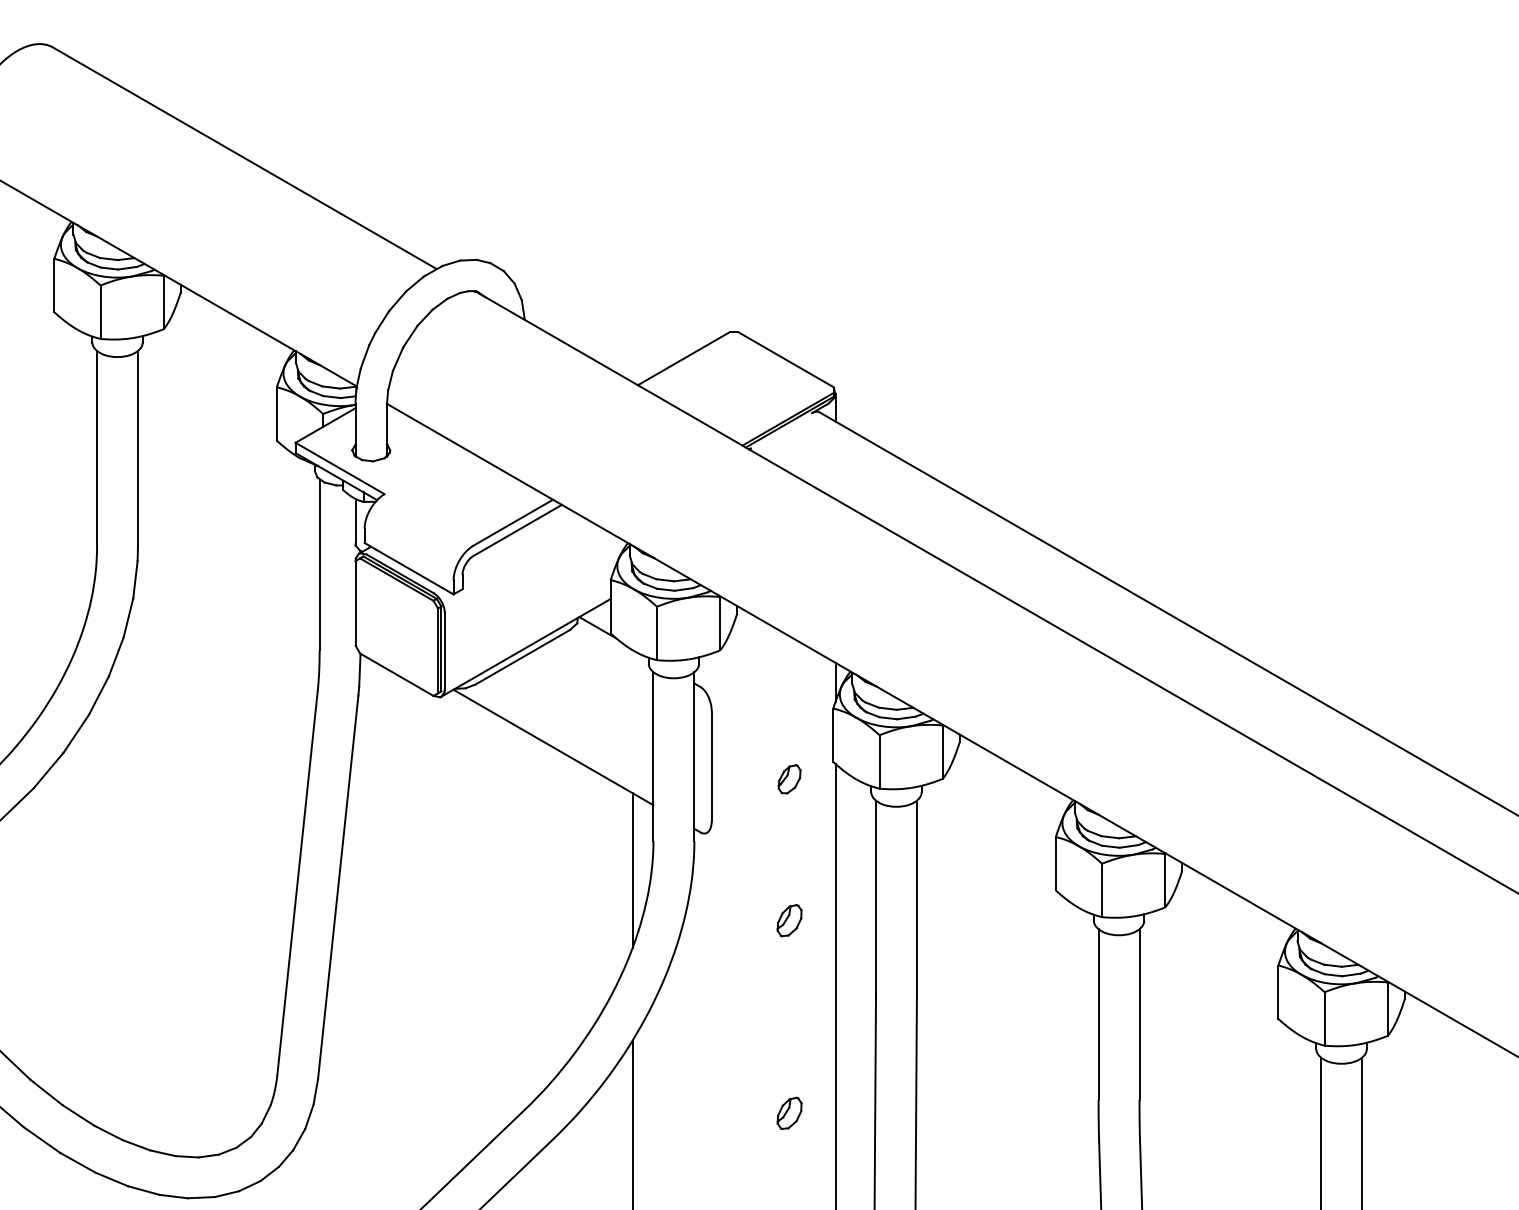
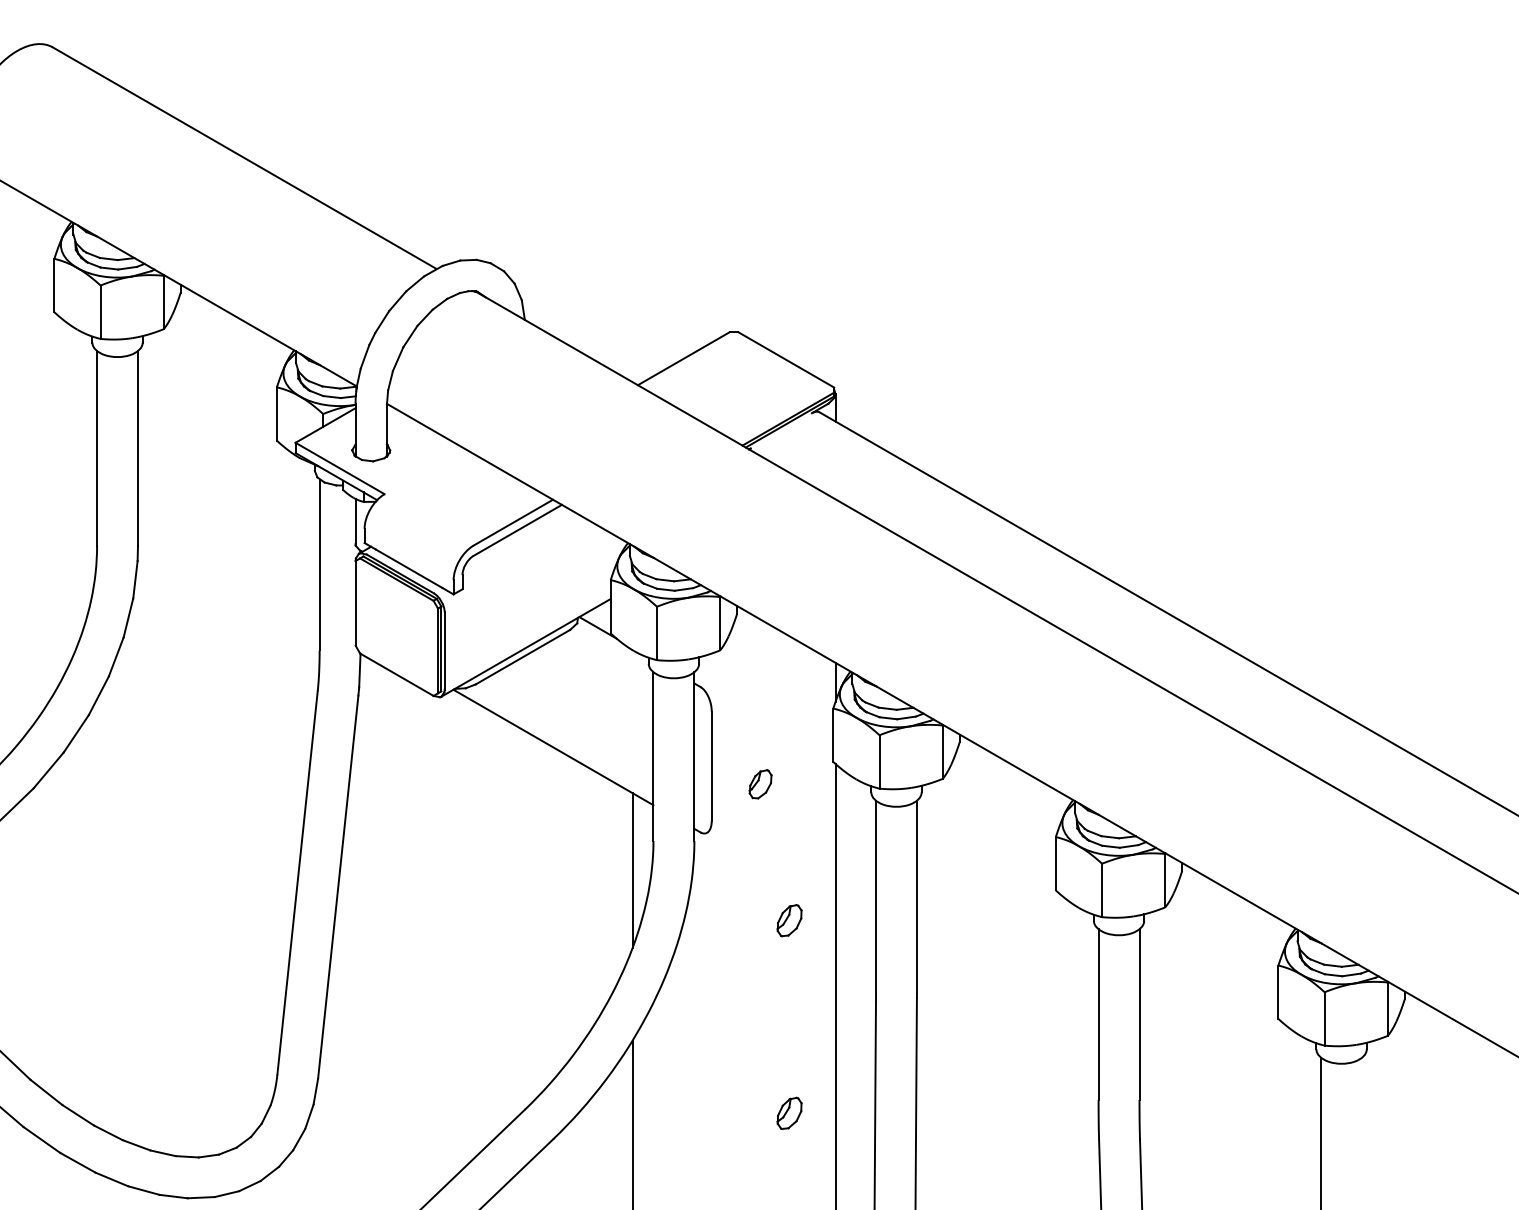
part at (789, 779) position: (789, 779) -> (760, 784)
line at (1362, 1131): present -> none
